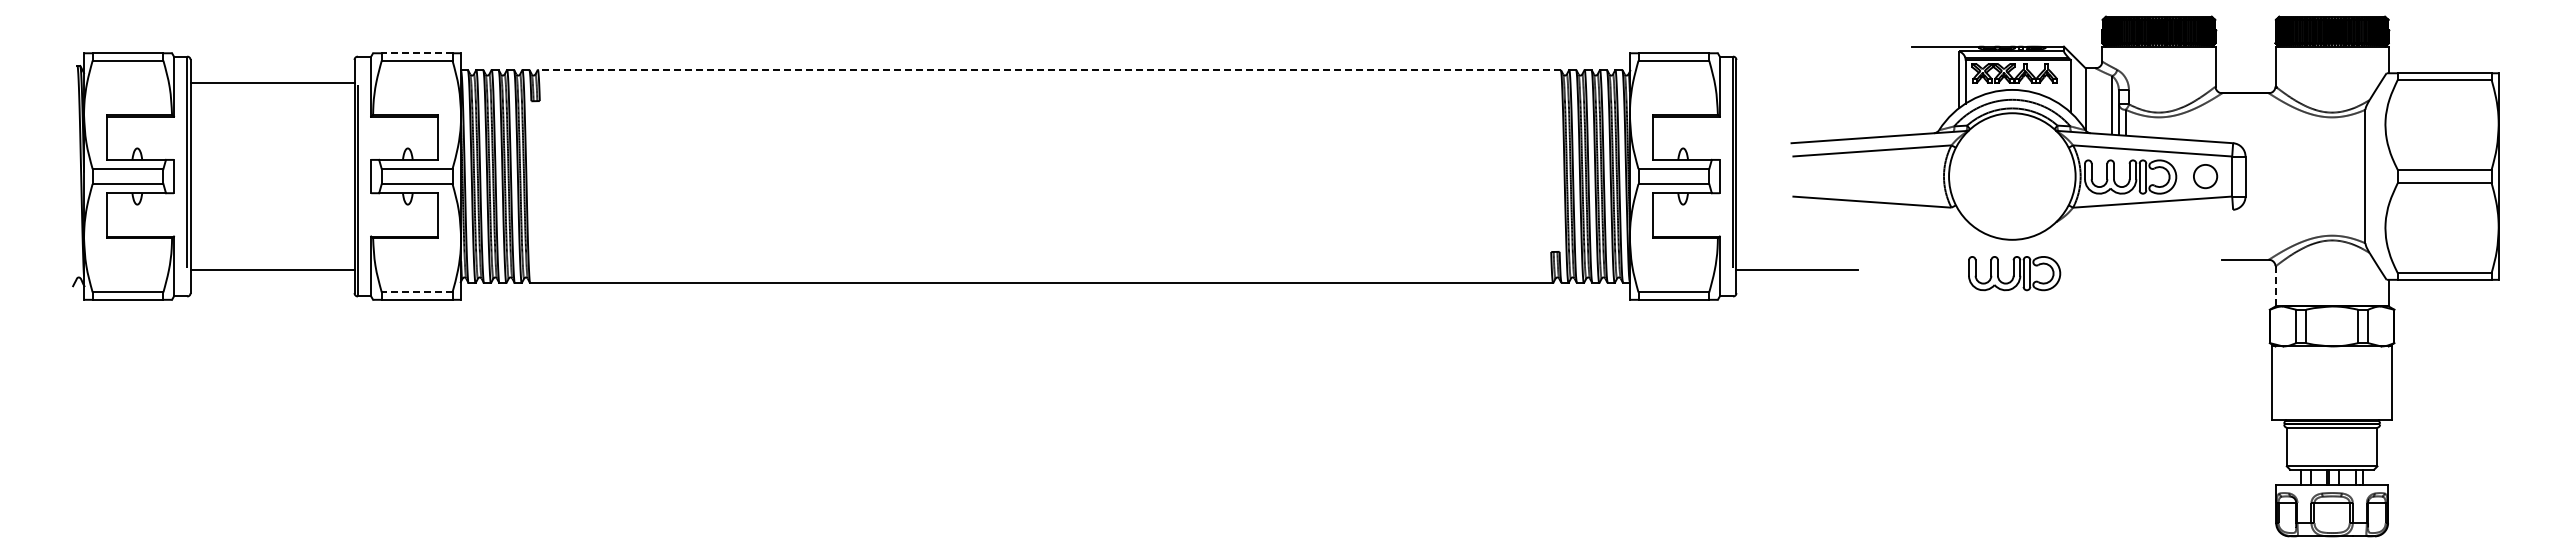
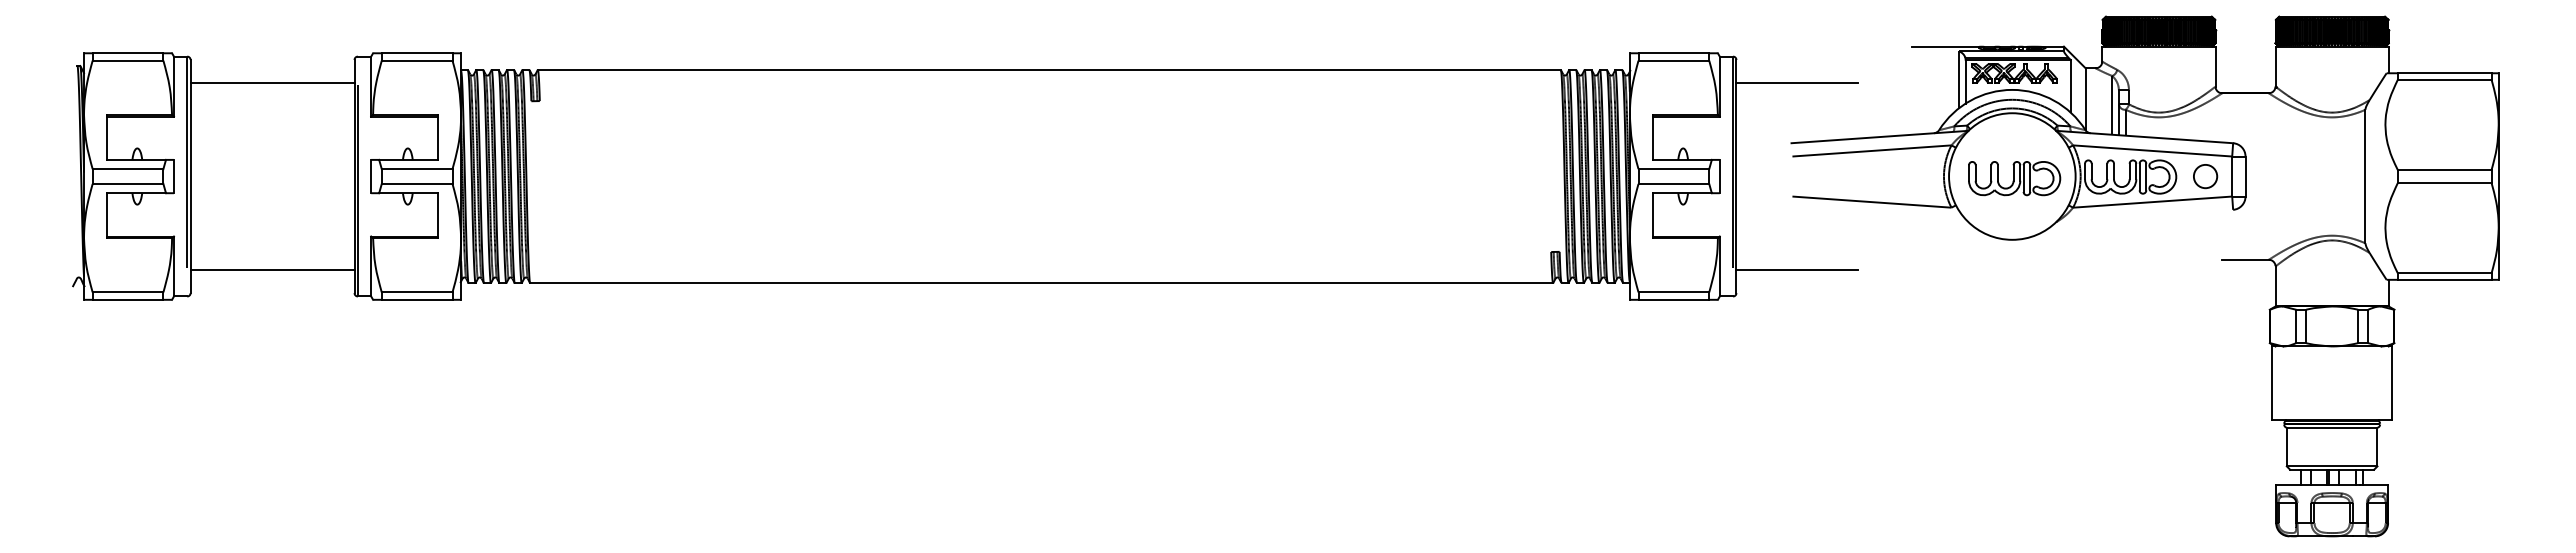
line at (416, 53): dashed -> solid
line at (1048, 69): dashed -> solid
line at (1797, 83): none -> present
part at (2014, 273) position: (2014, 273) -> (2014, 178)
line at (2275, 286): dashed -> solid
line at (416, 292): dashed -> solid
